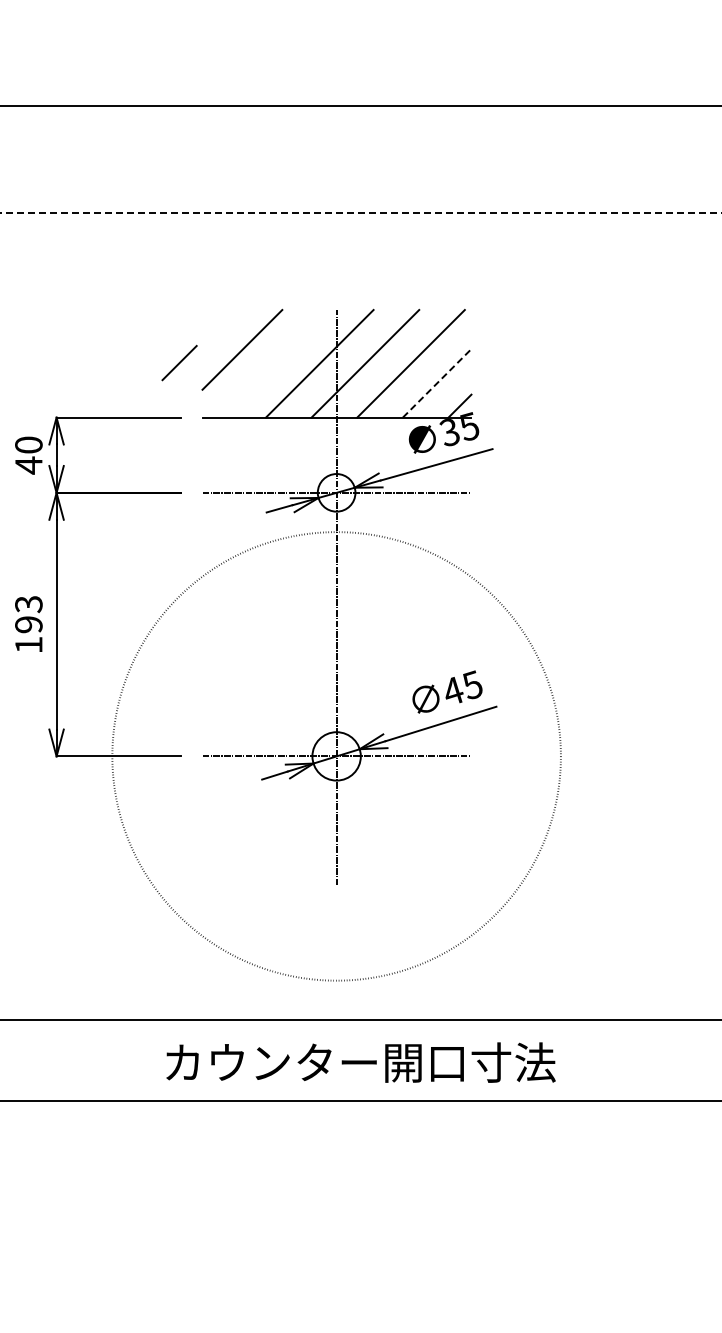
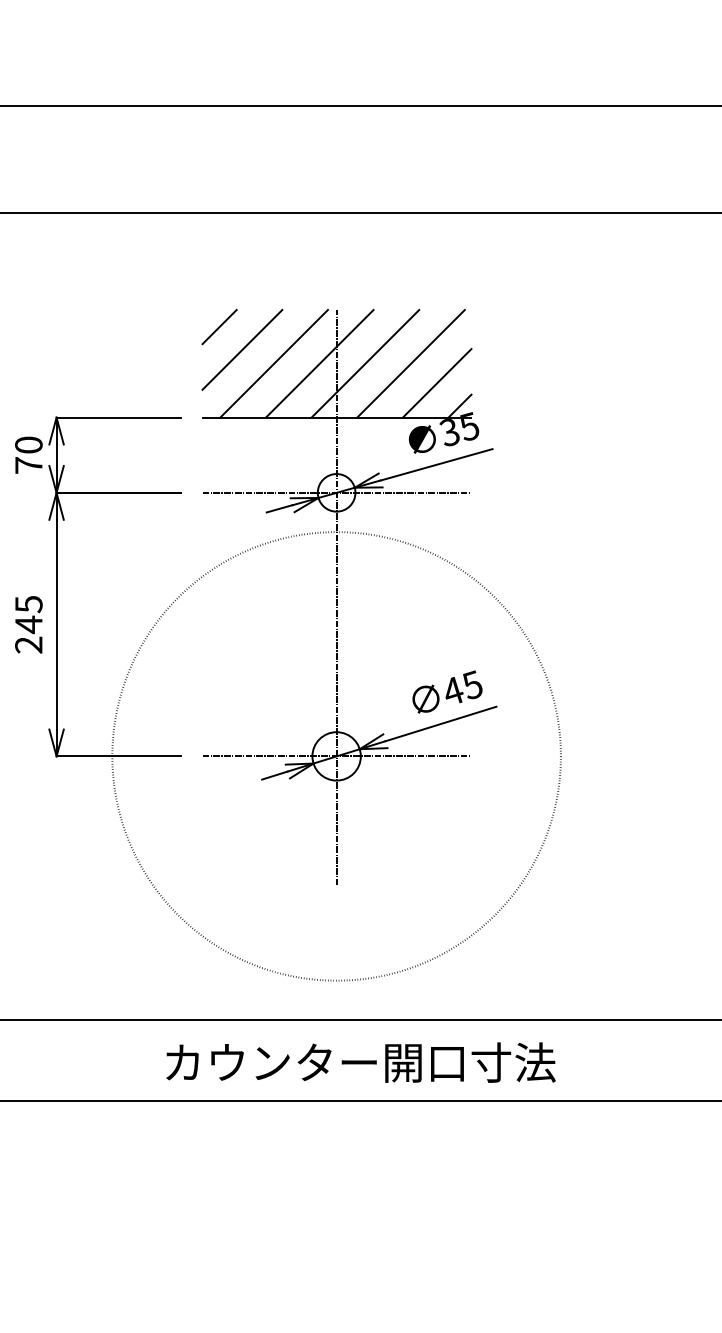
line at (361, 213): dashed -> solid
line at (179, 362) position: (179, 362) -> (219, 326)
line at (273, 363): none -> present
line at (437, 382): dashed -> solid
text at (28, 465): 40 -> 70
text at (28, 624): 193 -> 245
